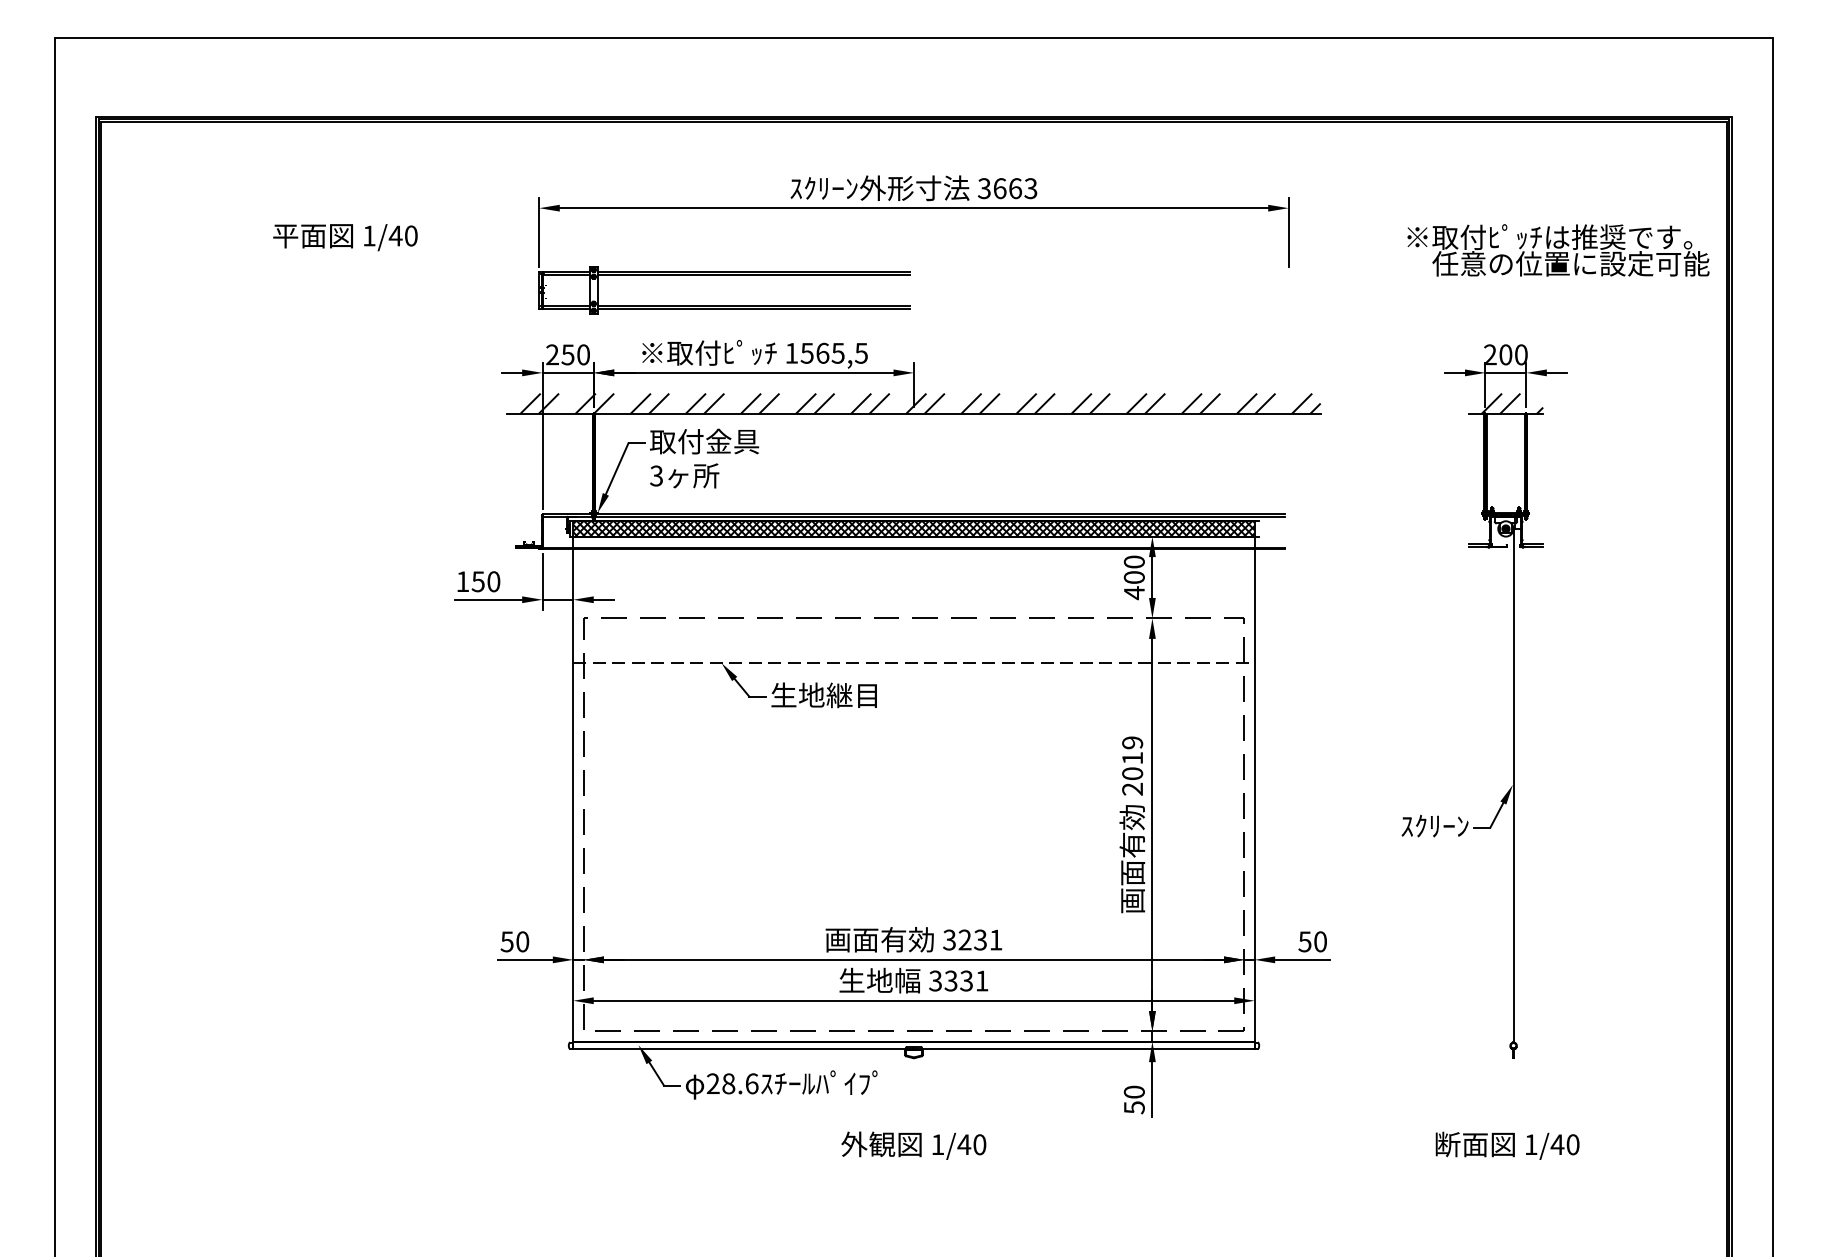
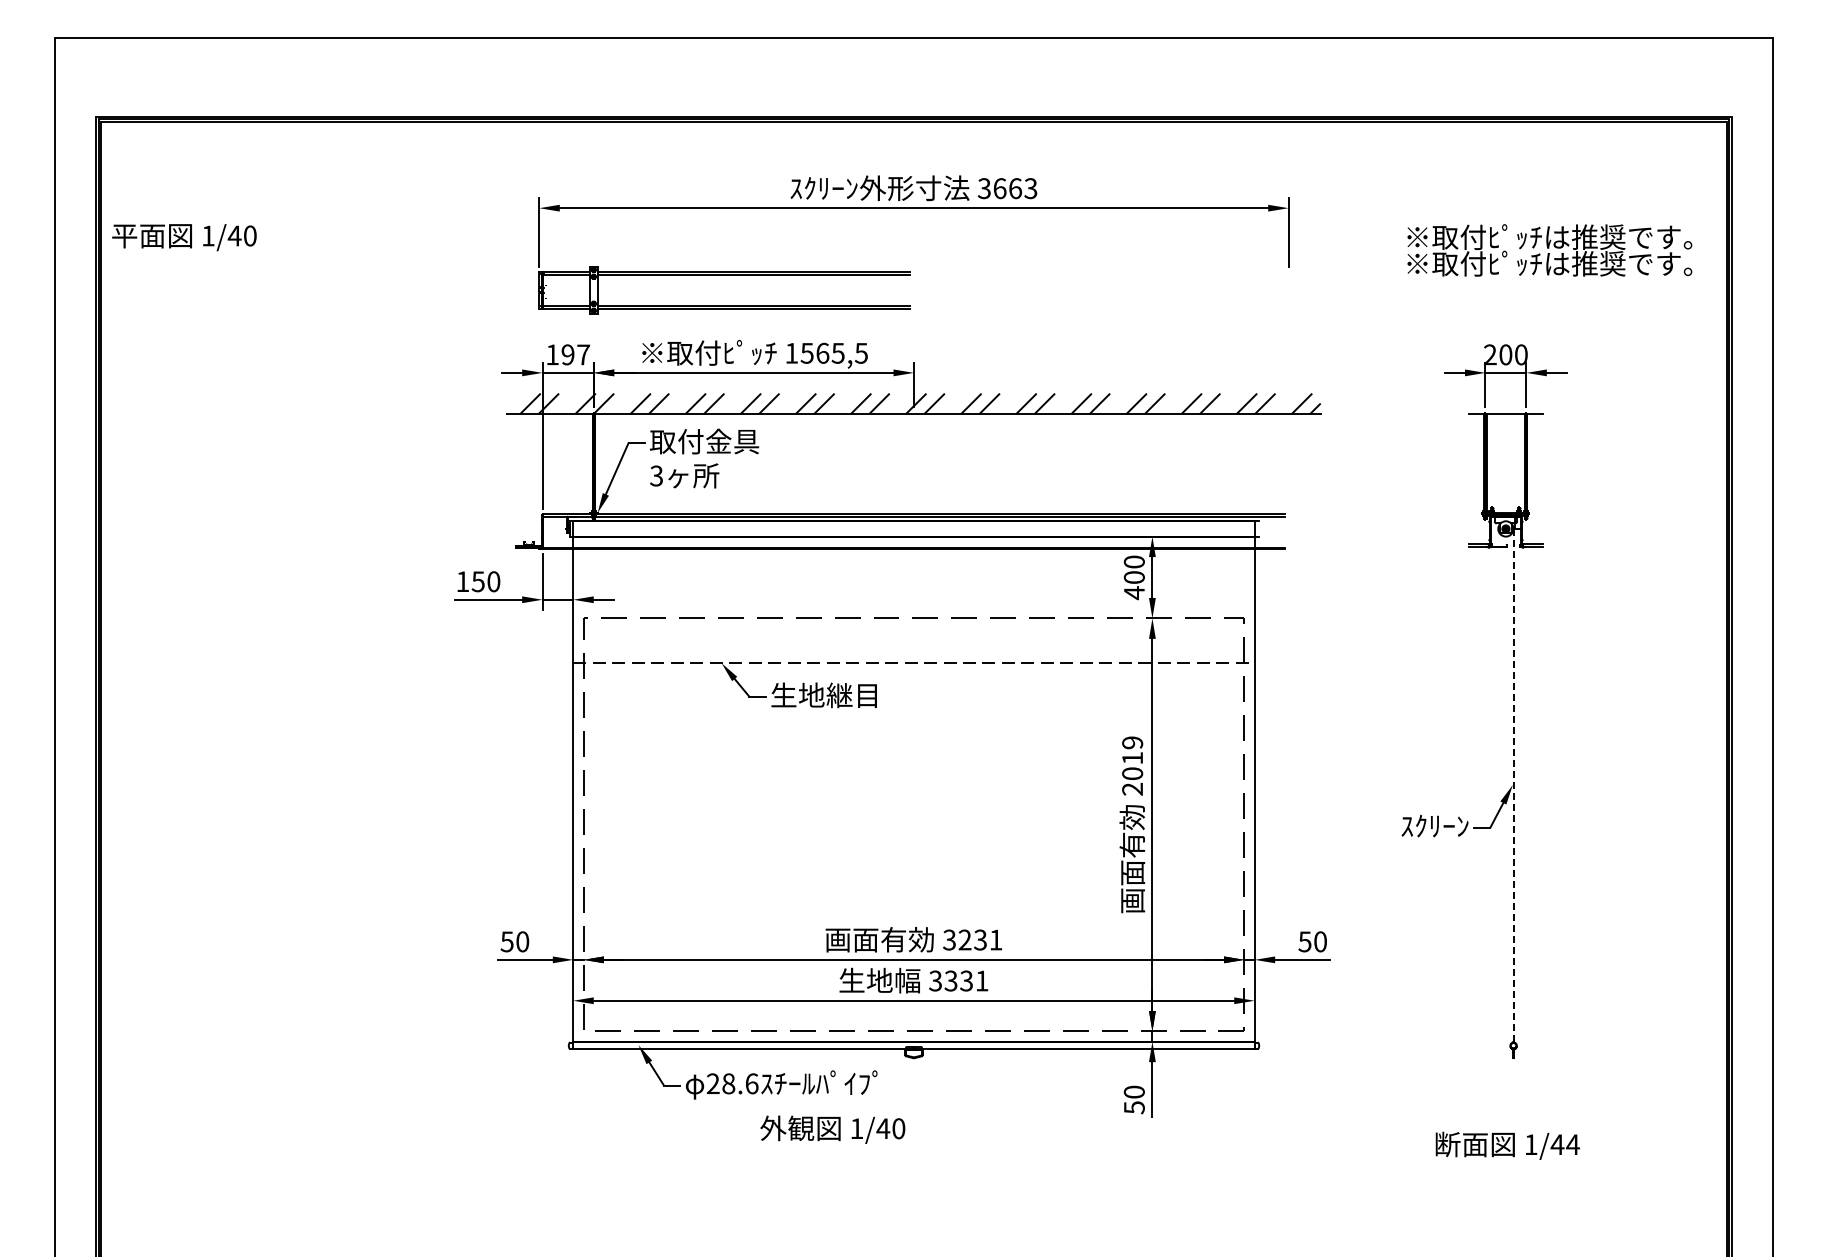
text at (345, 237) position: (345, 237) -> (184, 237)
text at (1558, 263): 任意の位置に設定可能 -> ※取付ﾋﾟｯﾁは推奨です。
text at (568, 354): 250 -> 197
hatch at (1512, 403): present -> none
hatch at (913, 528): present -> none
line at (1513, 784): solid -> dashed
text at (1572, 1144): 1/40 -> 1/44
text at (913, 1145) position: (913, 1145) -> (832, 1129)
